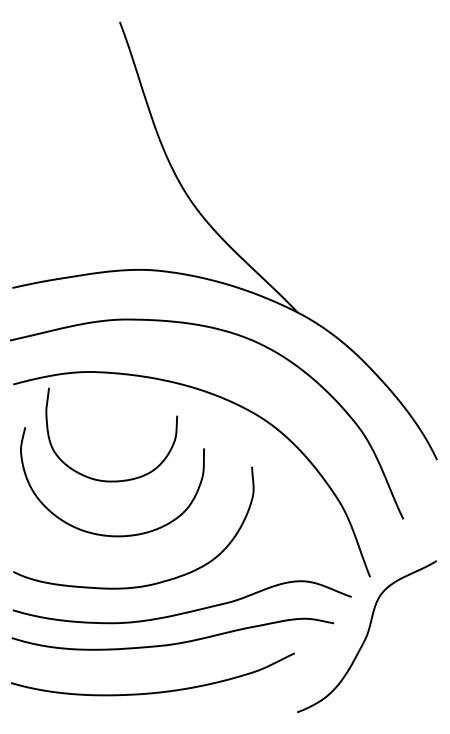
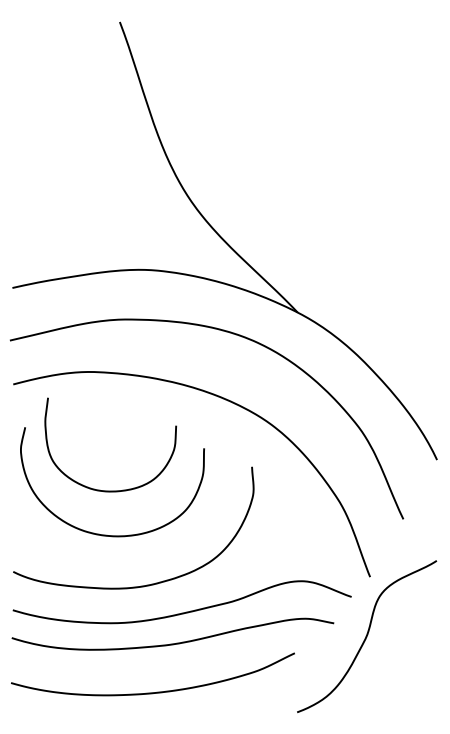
curve at (111, 480) position: (111, 480) -> (110, 490)
